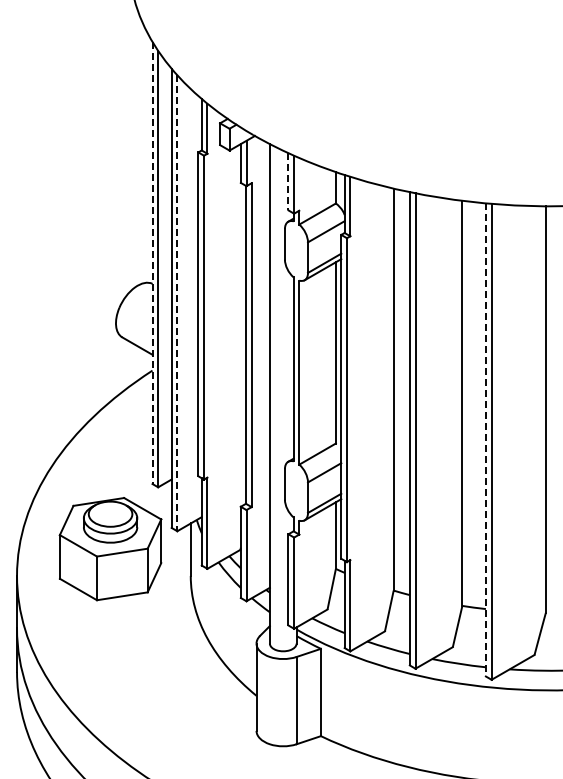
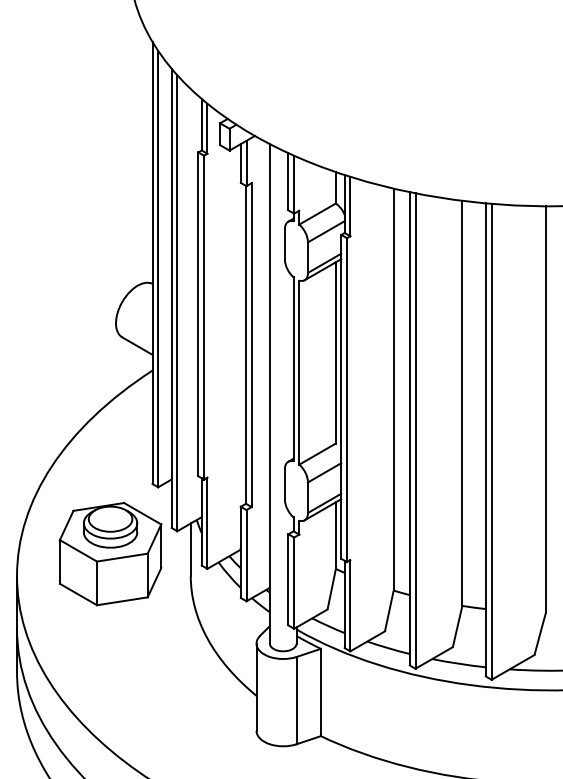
line at (288, 181): dashed -> solid
line at (152, 263): dashed -> solid
line at (177, 303): dashed -> solid
line at (485, 439): dashed -> solid
part at (110, 549) position: (110, 549) -> (110, 554)
